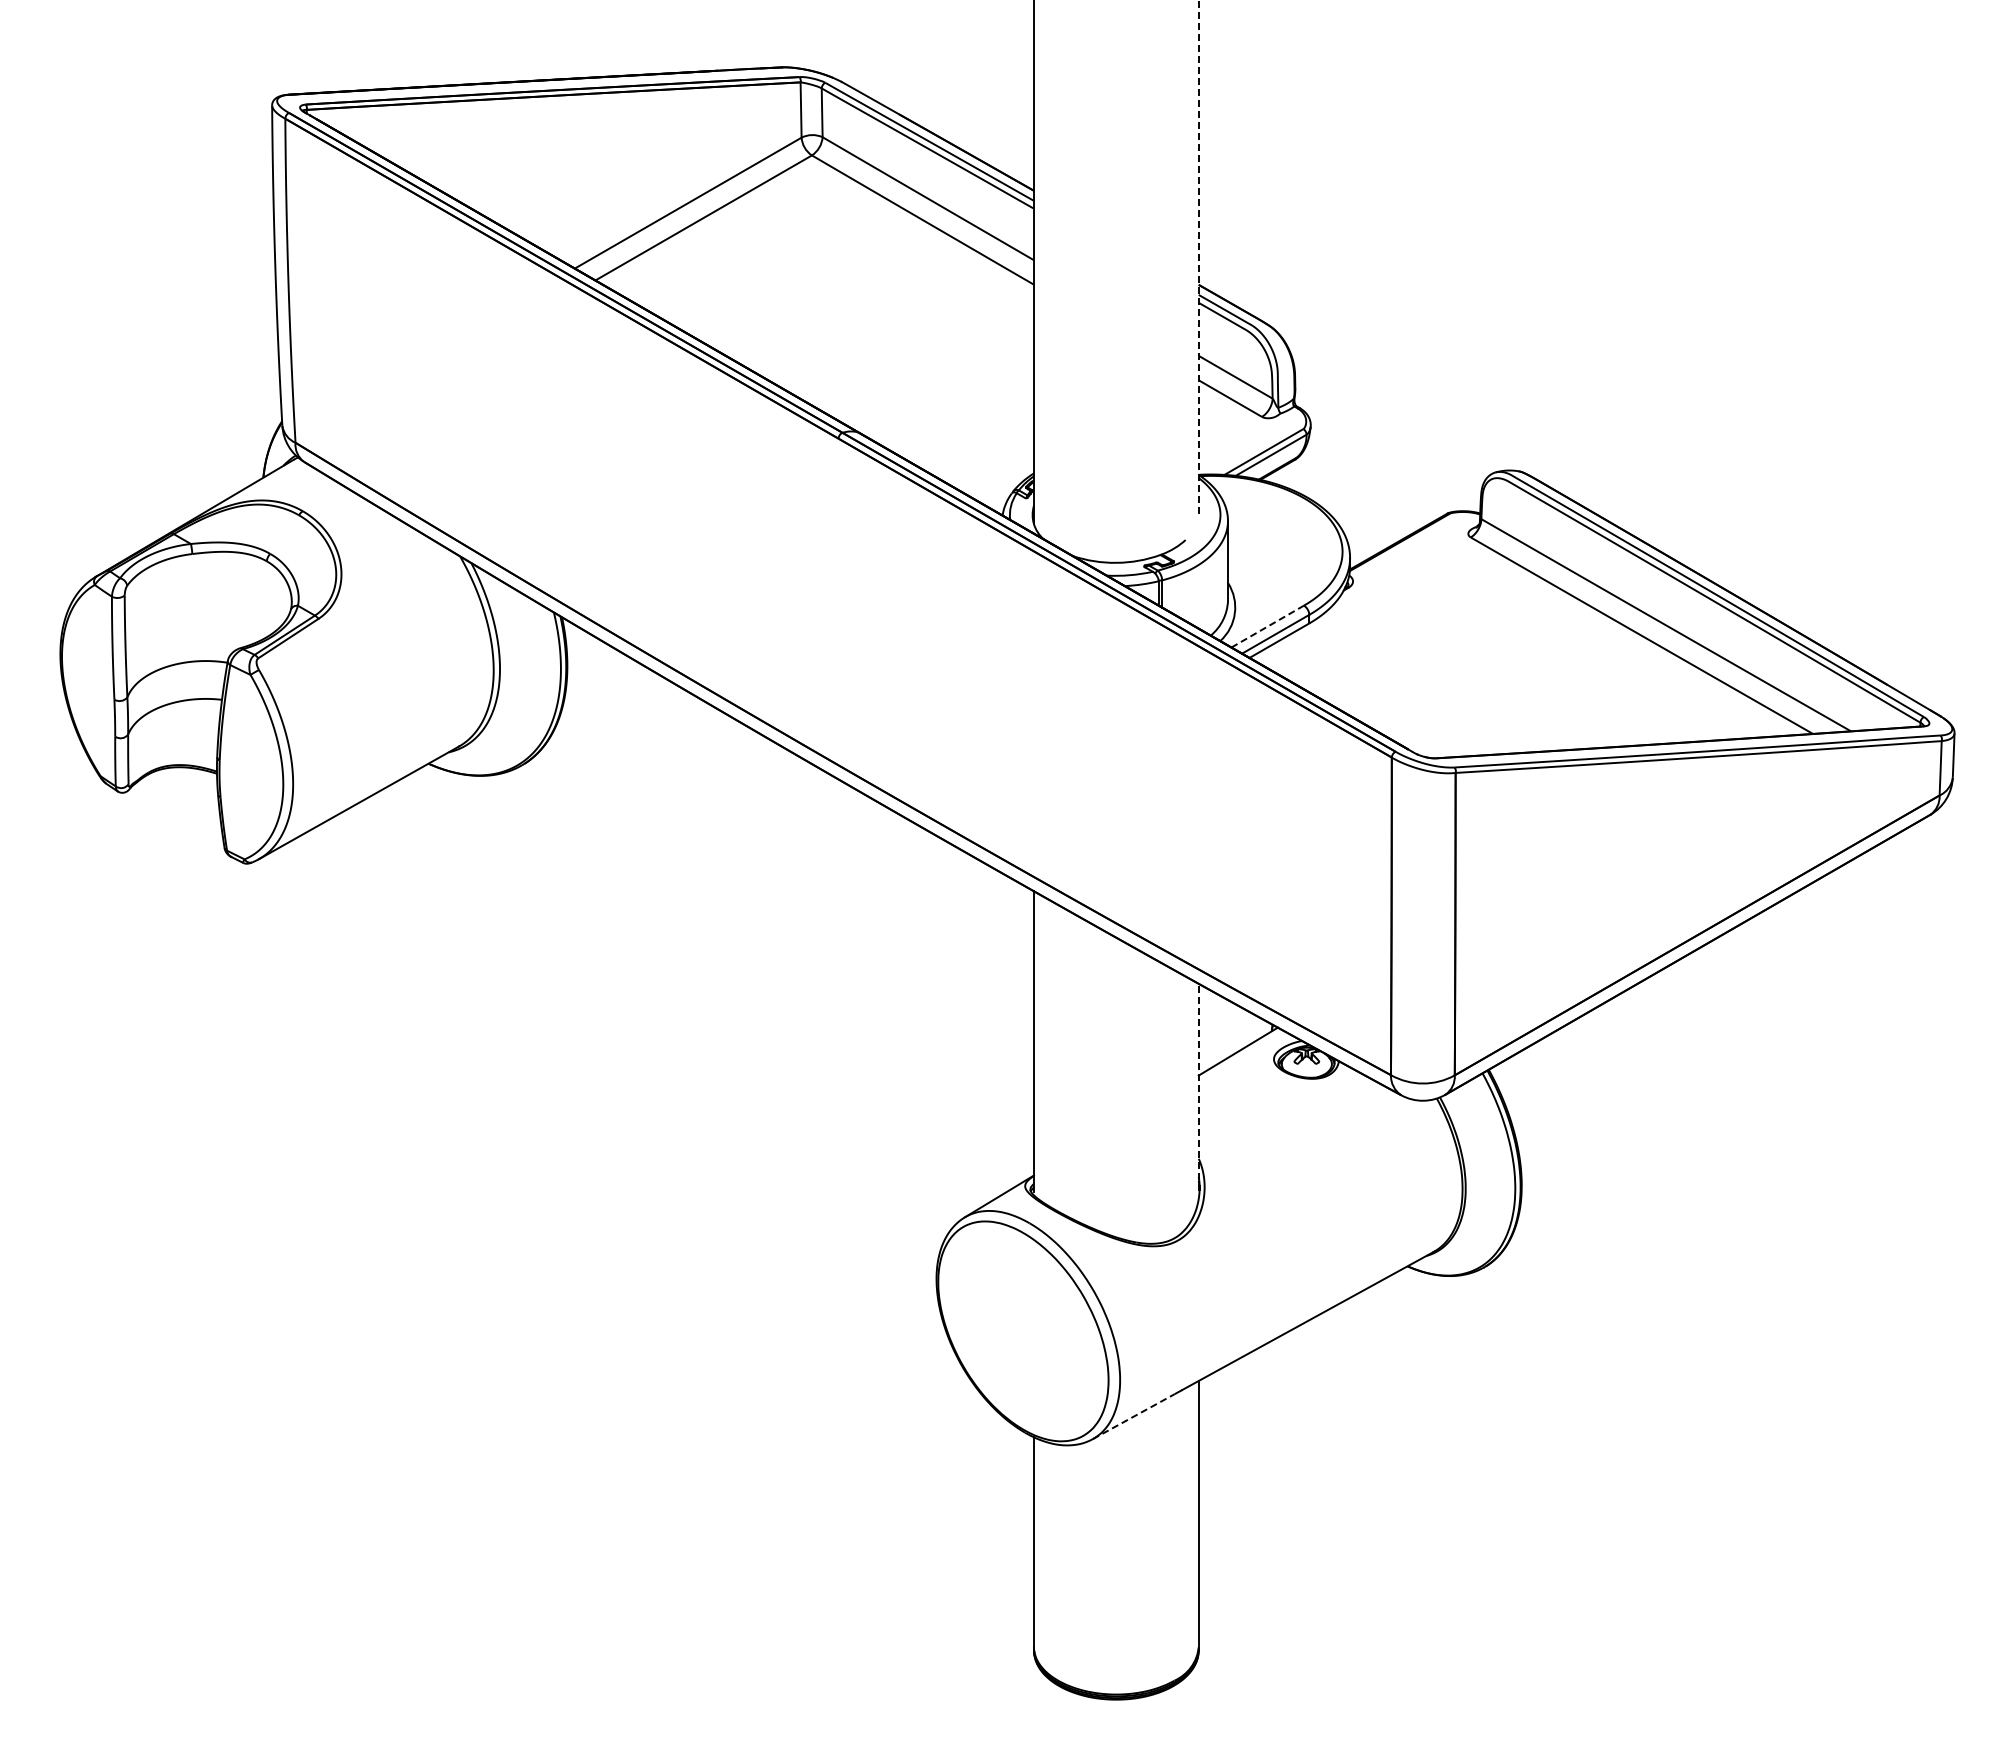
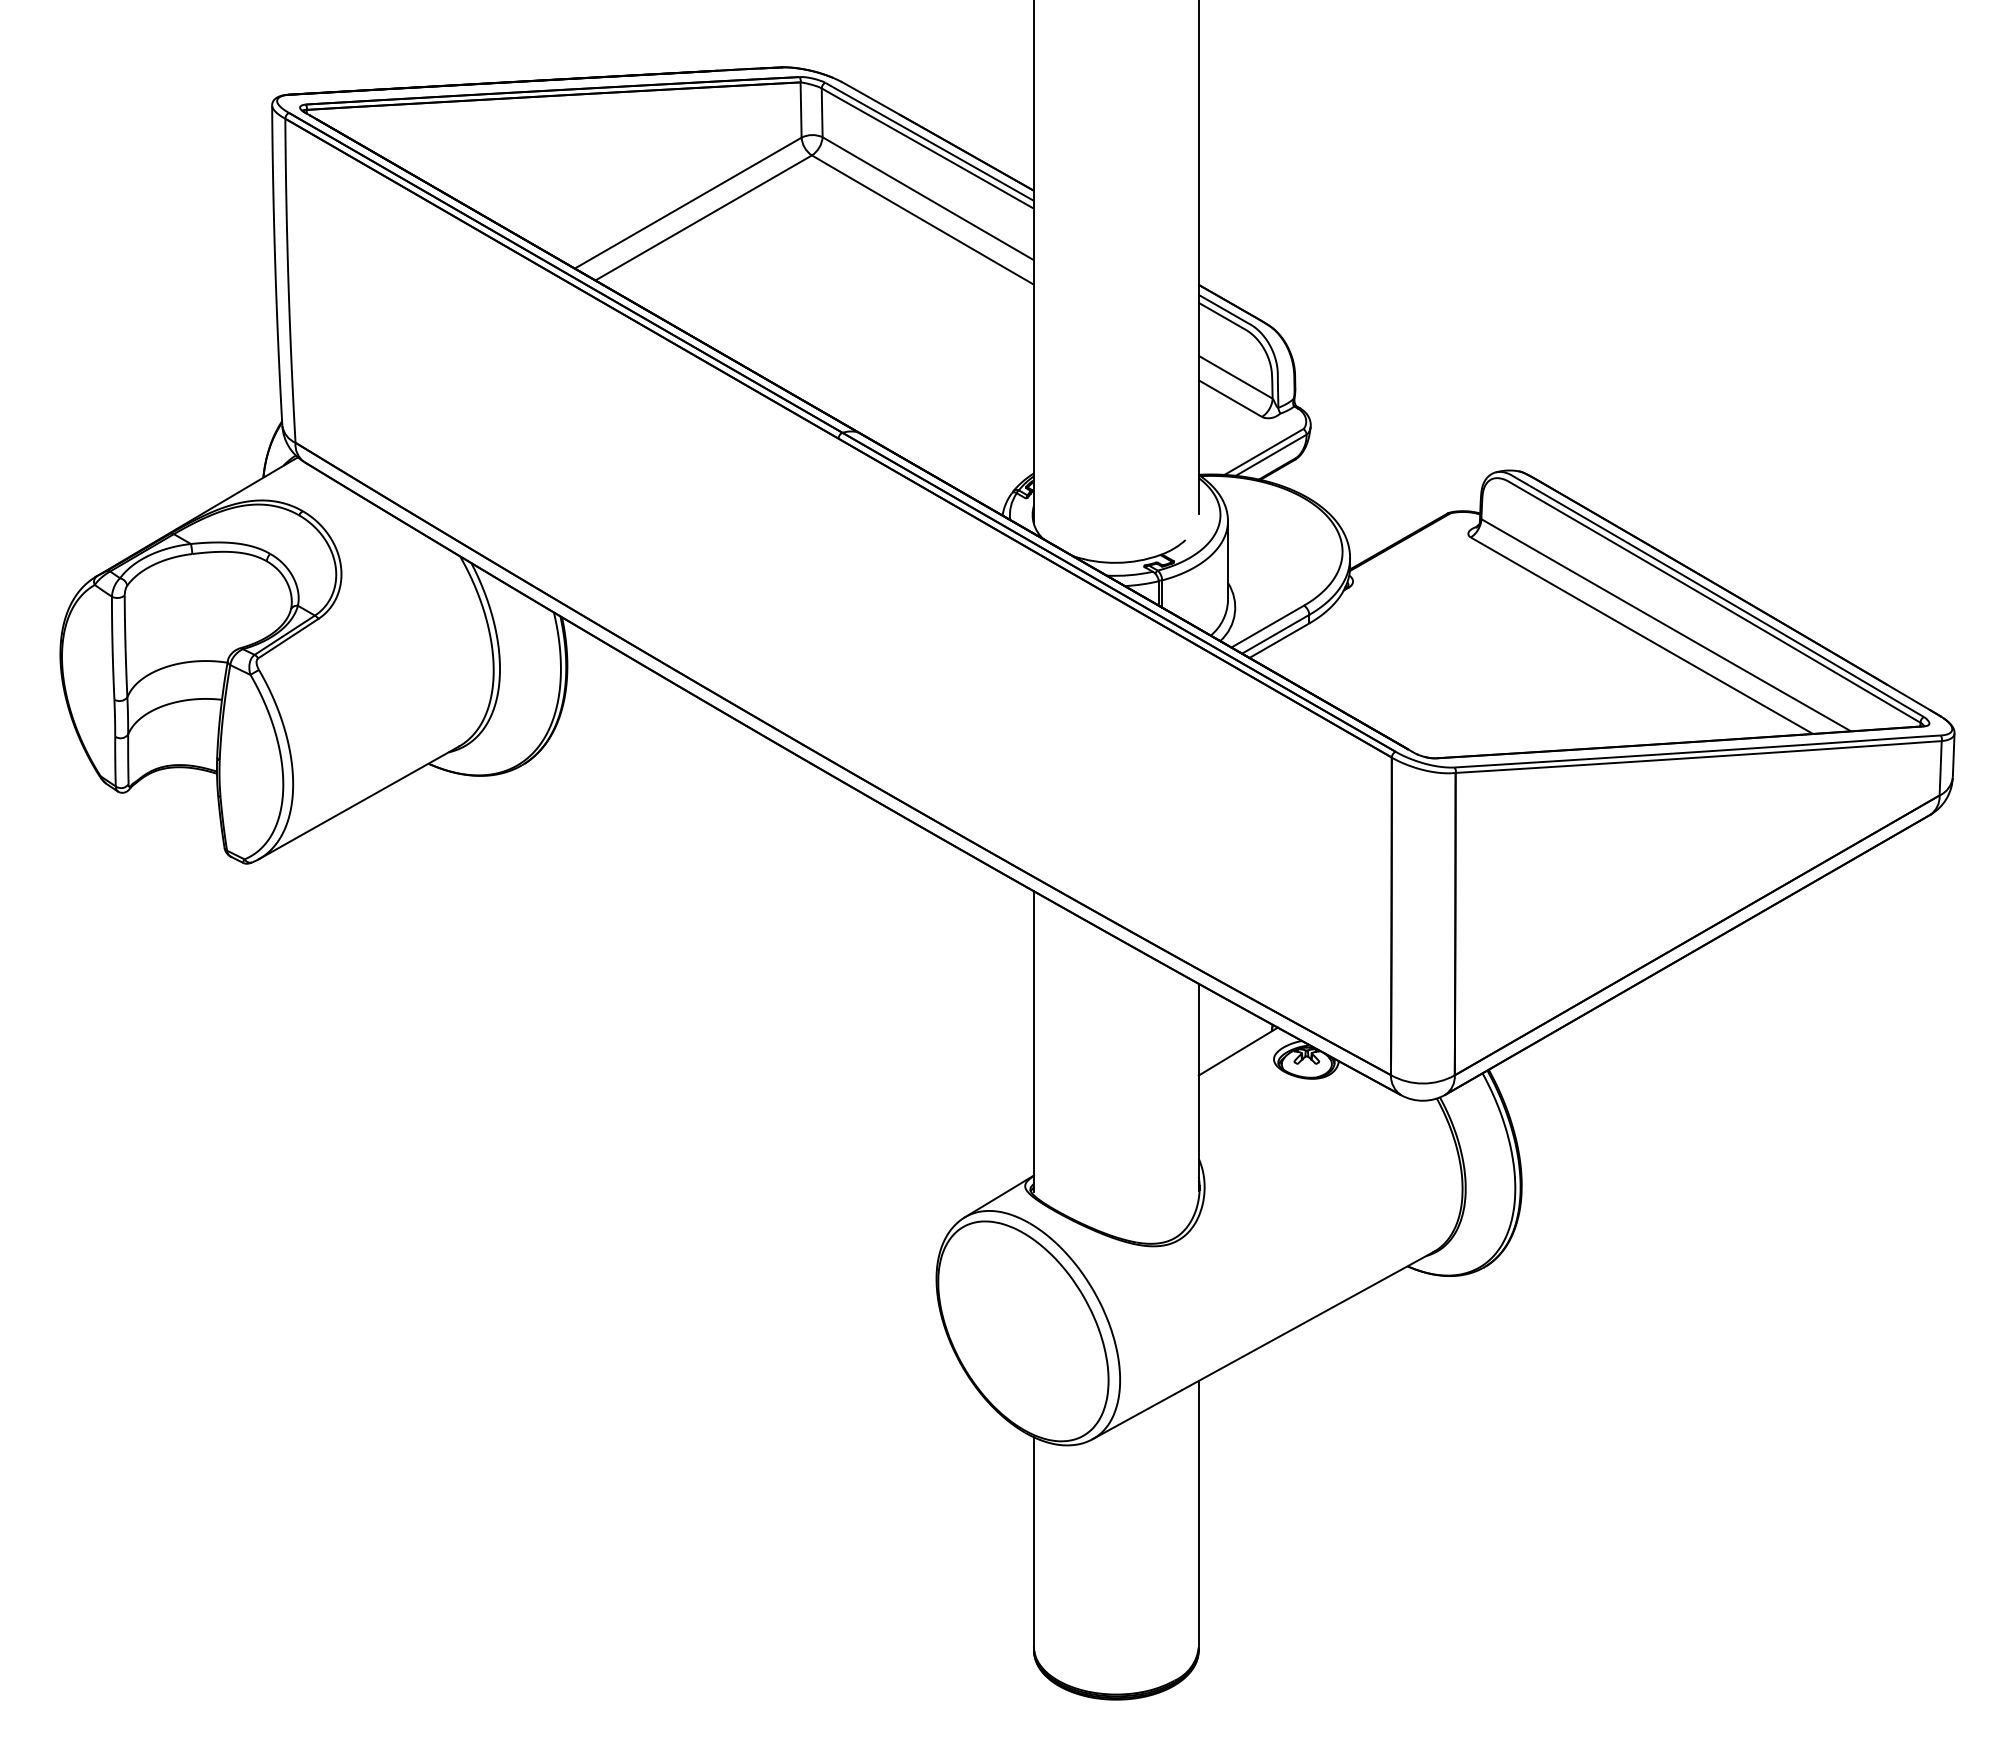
line at (1198, 257): dashed -> solid
line at (1267, 626): dashed -> solid
line at (1198, 1086): dashed -> solid
line at (1133, 1416): dashed -> solid
